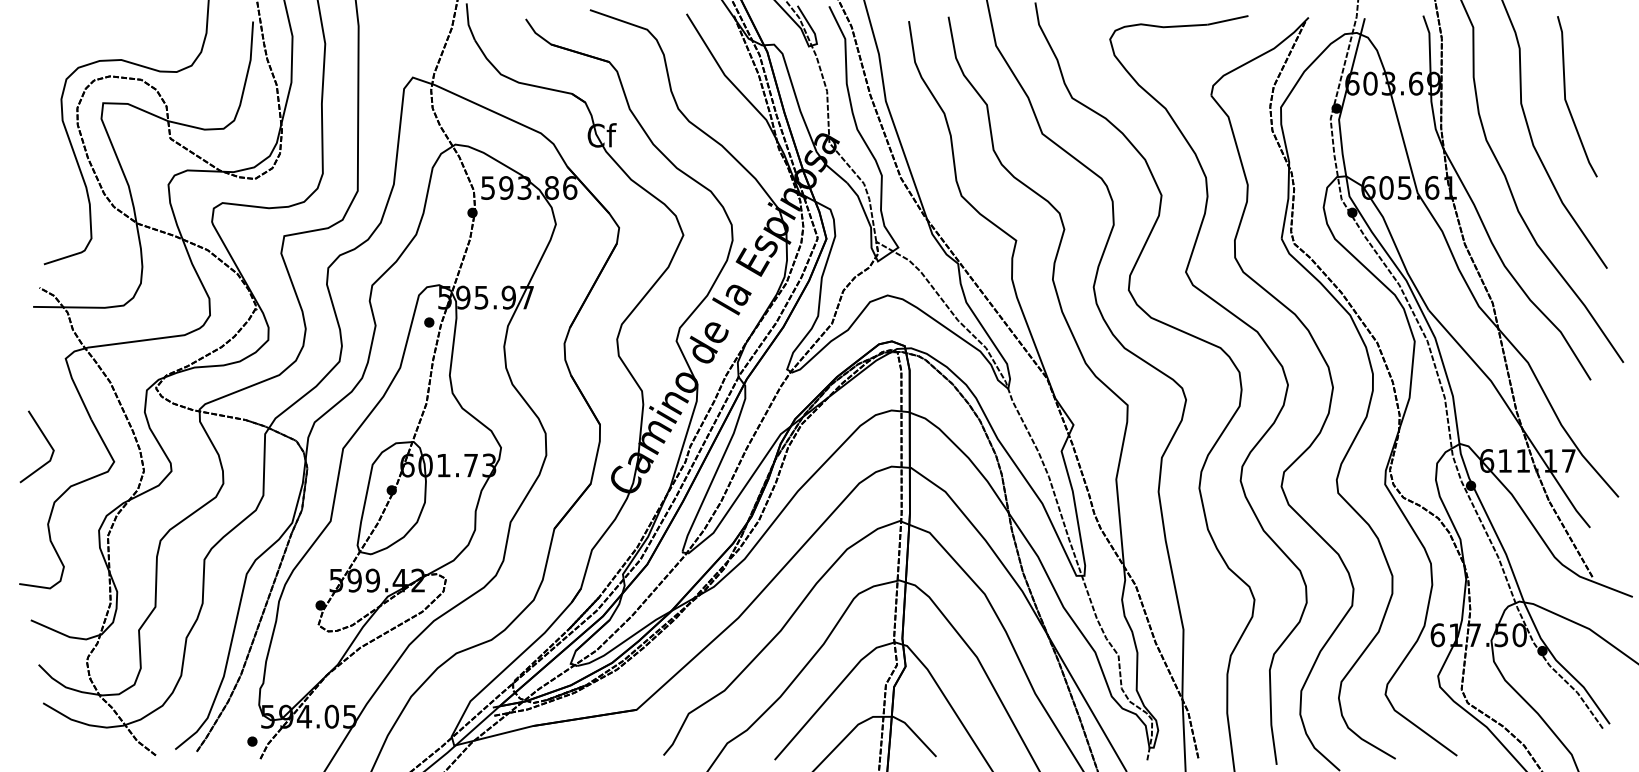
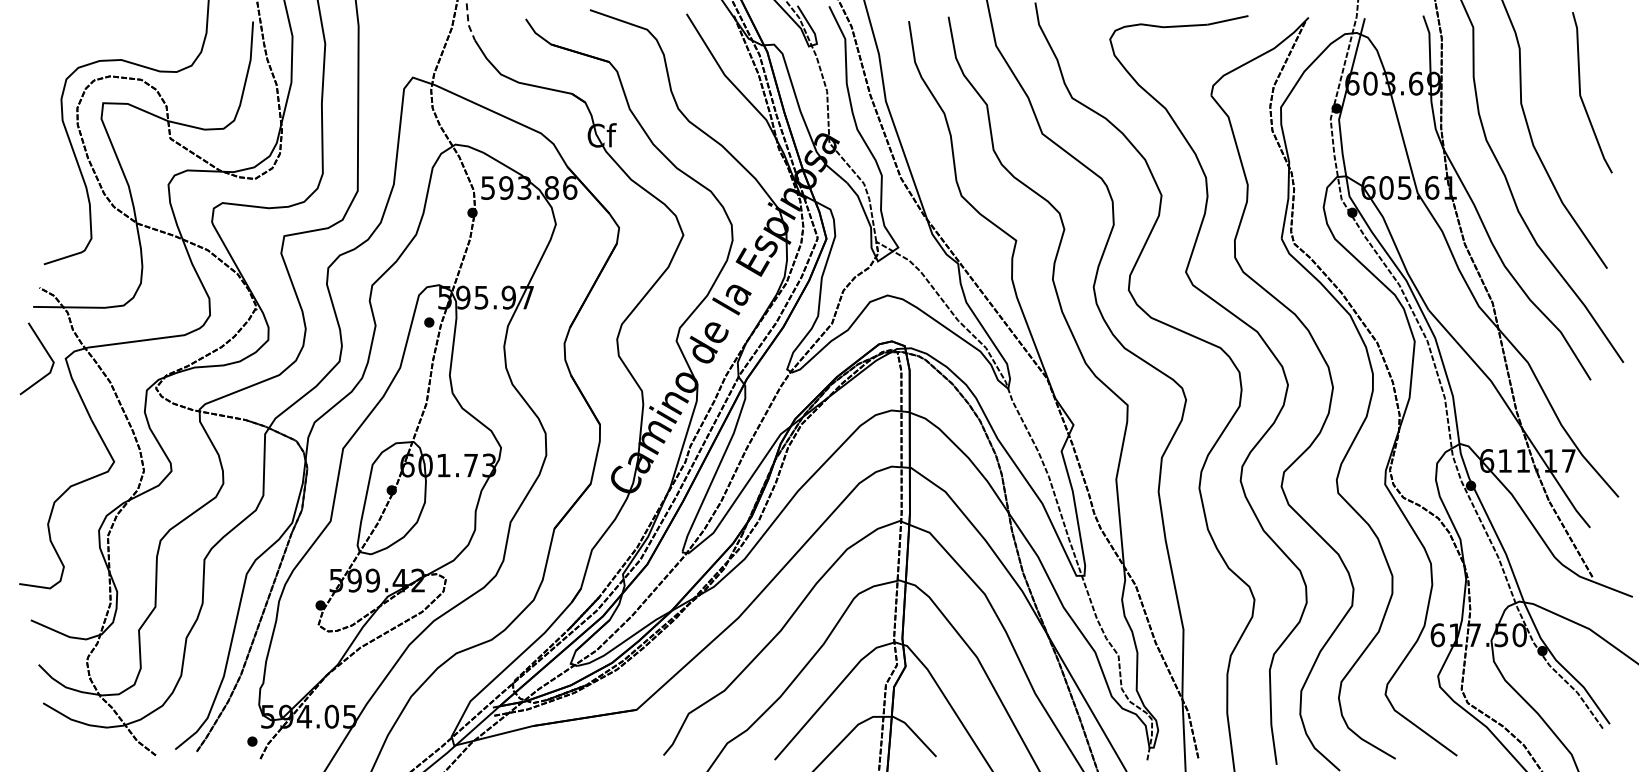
line at (468, 22): solid -> dashed
line at (1566, 99) position: (1566, 99) -> (1581, 95)
line at (46, 441) position: (46, 441) -> (46, 353)
